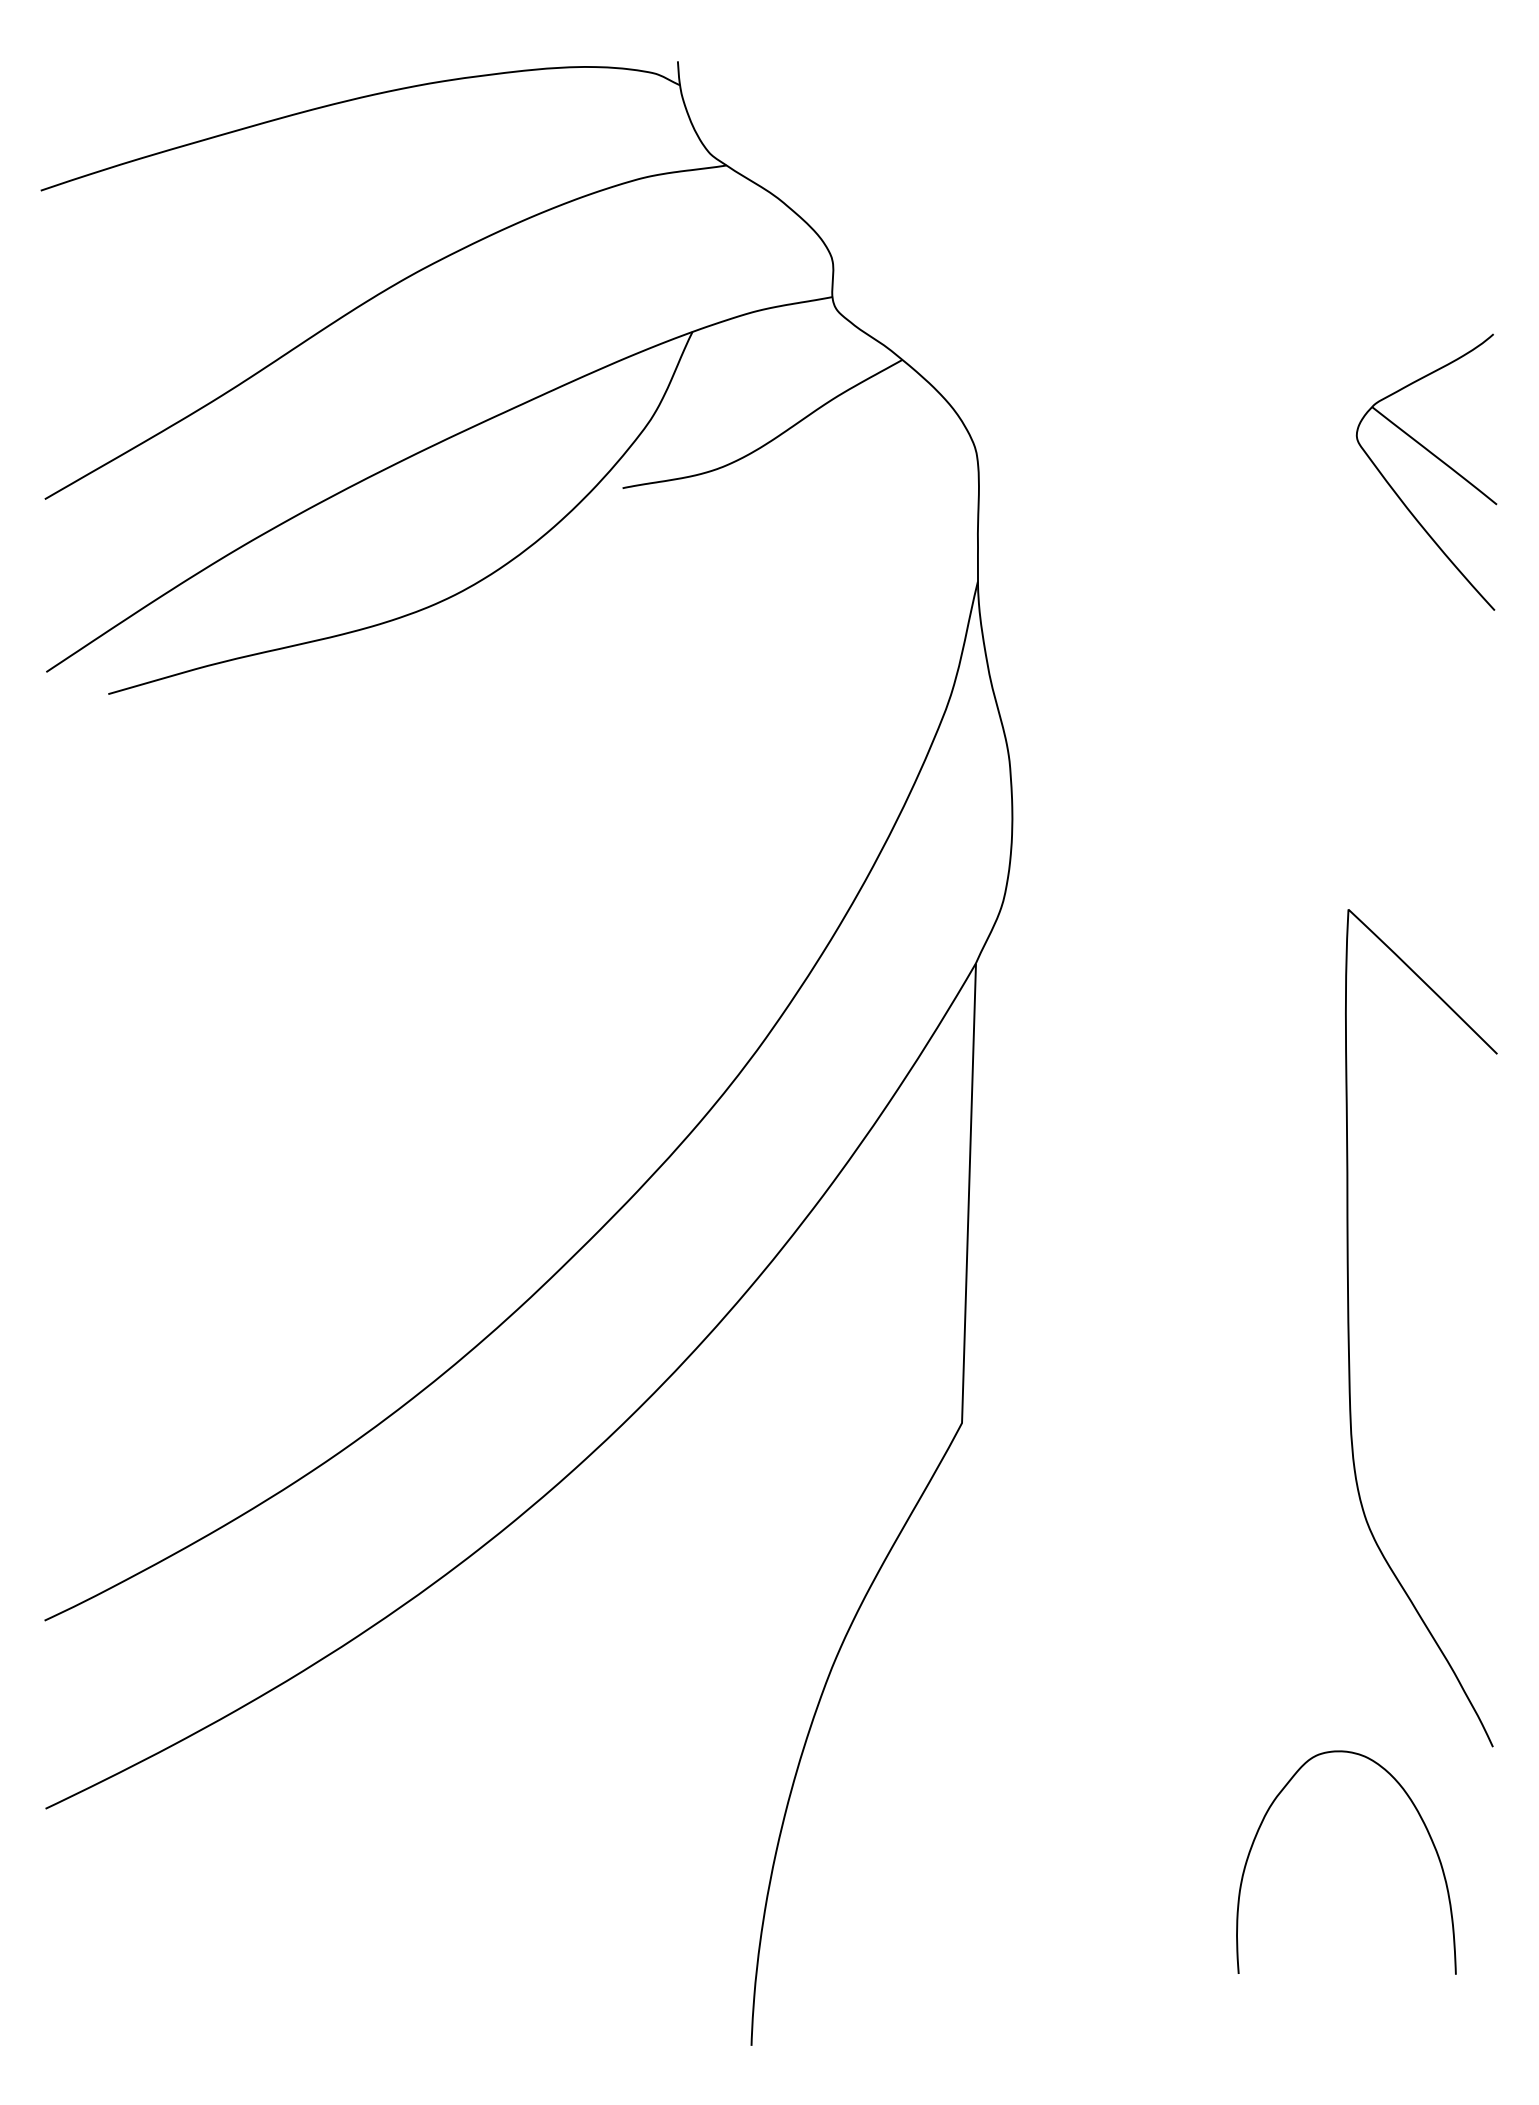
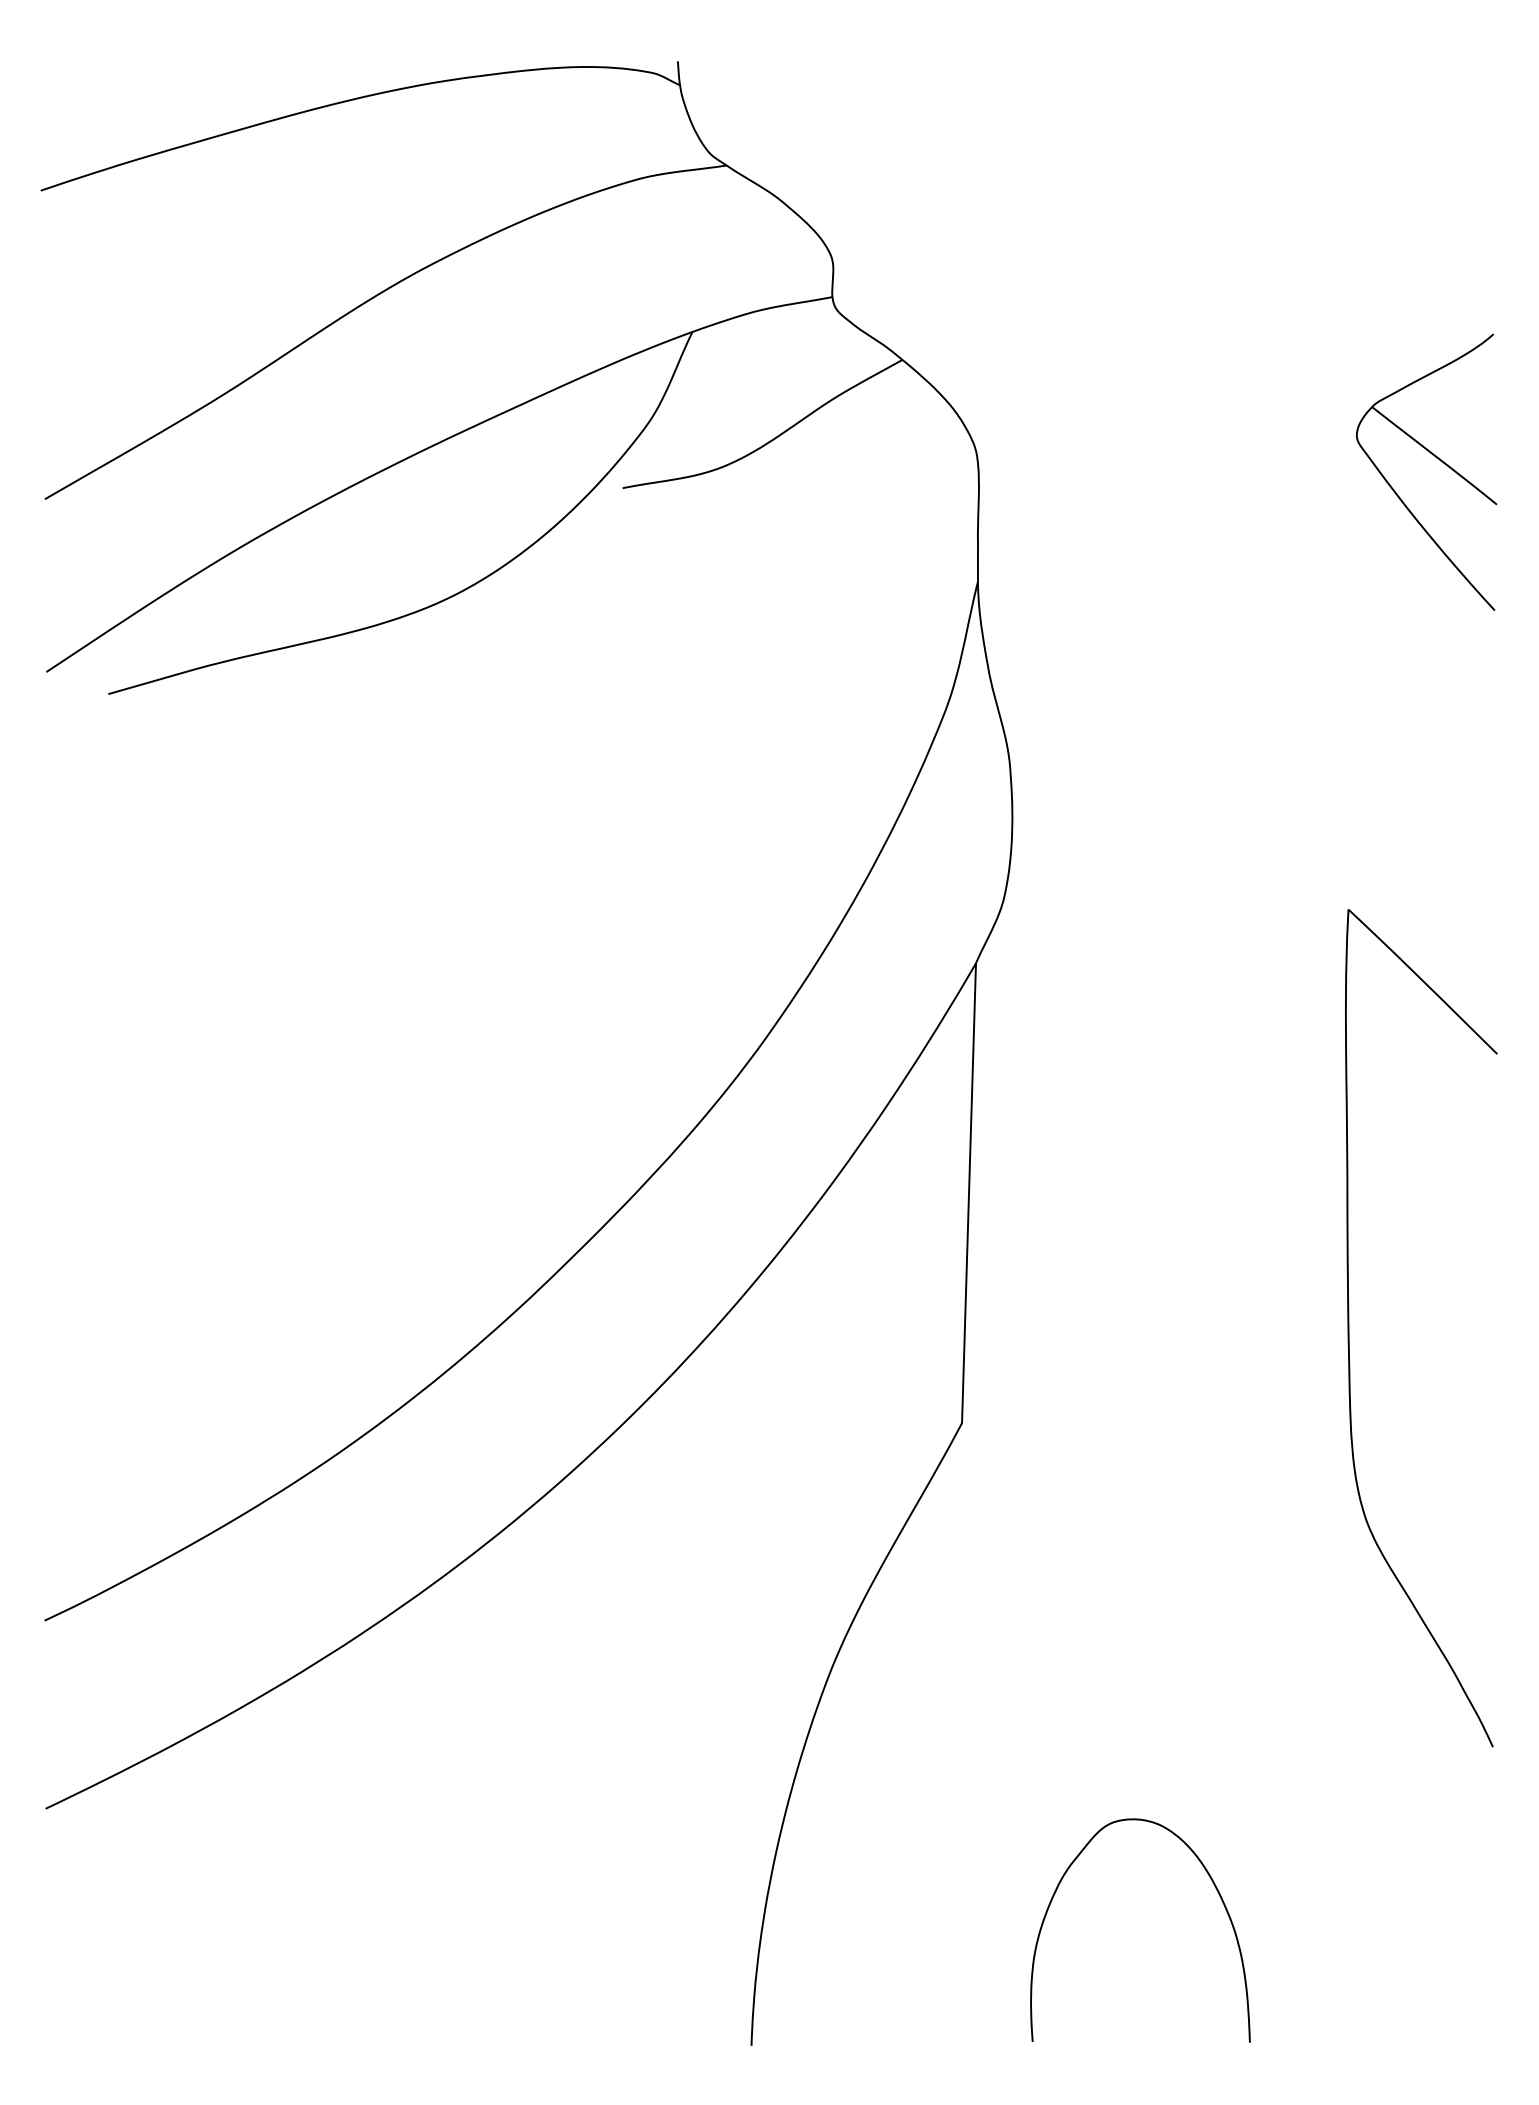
curve at (1423, 1824) position: (1423, 1824) -> (1217, 1892)
